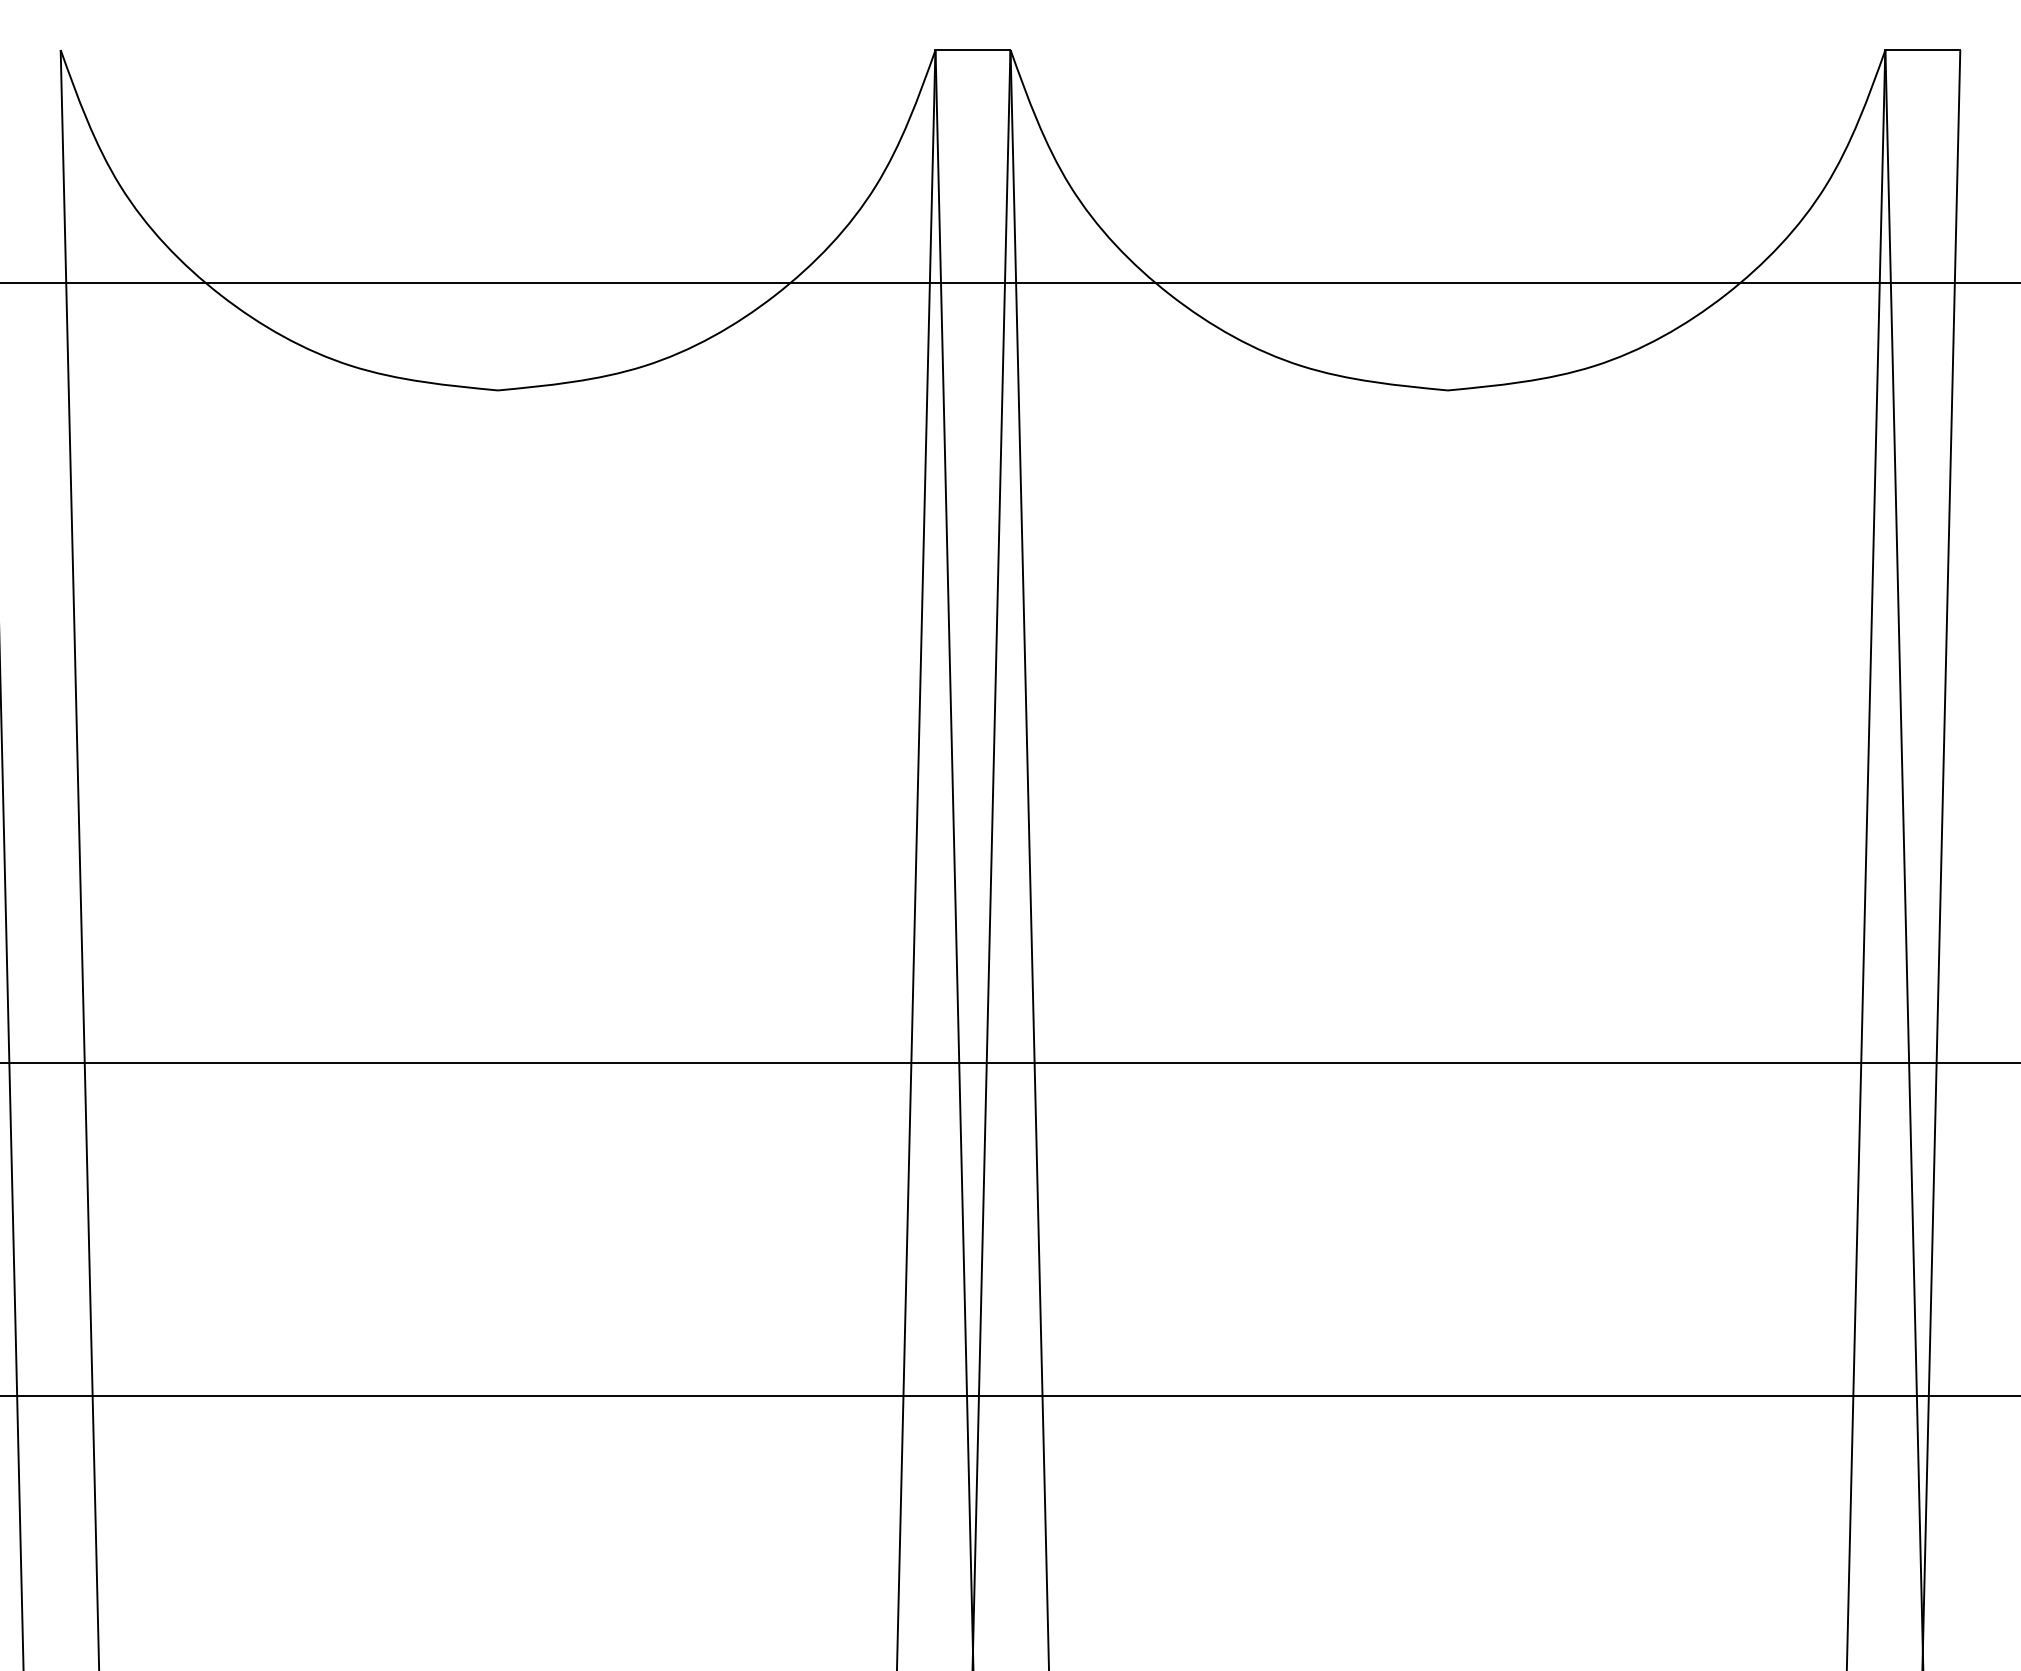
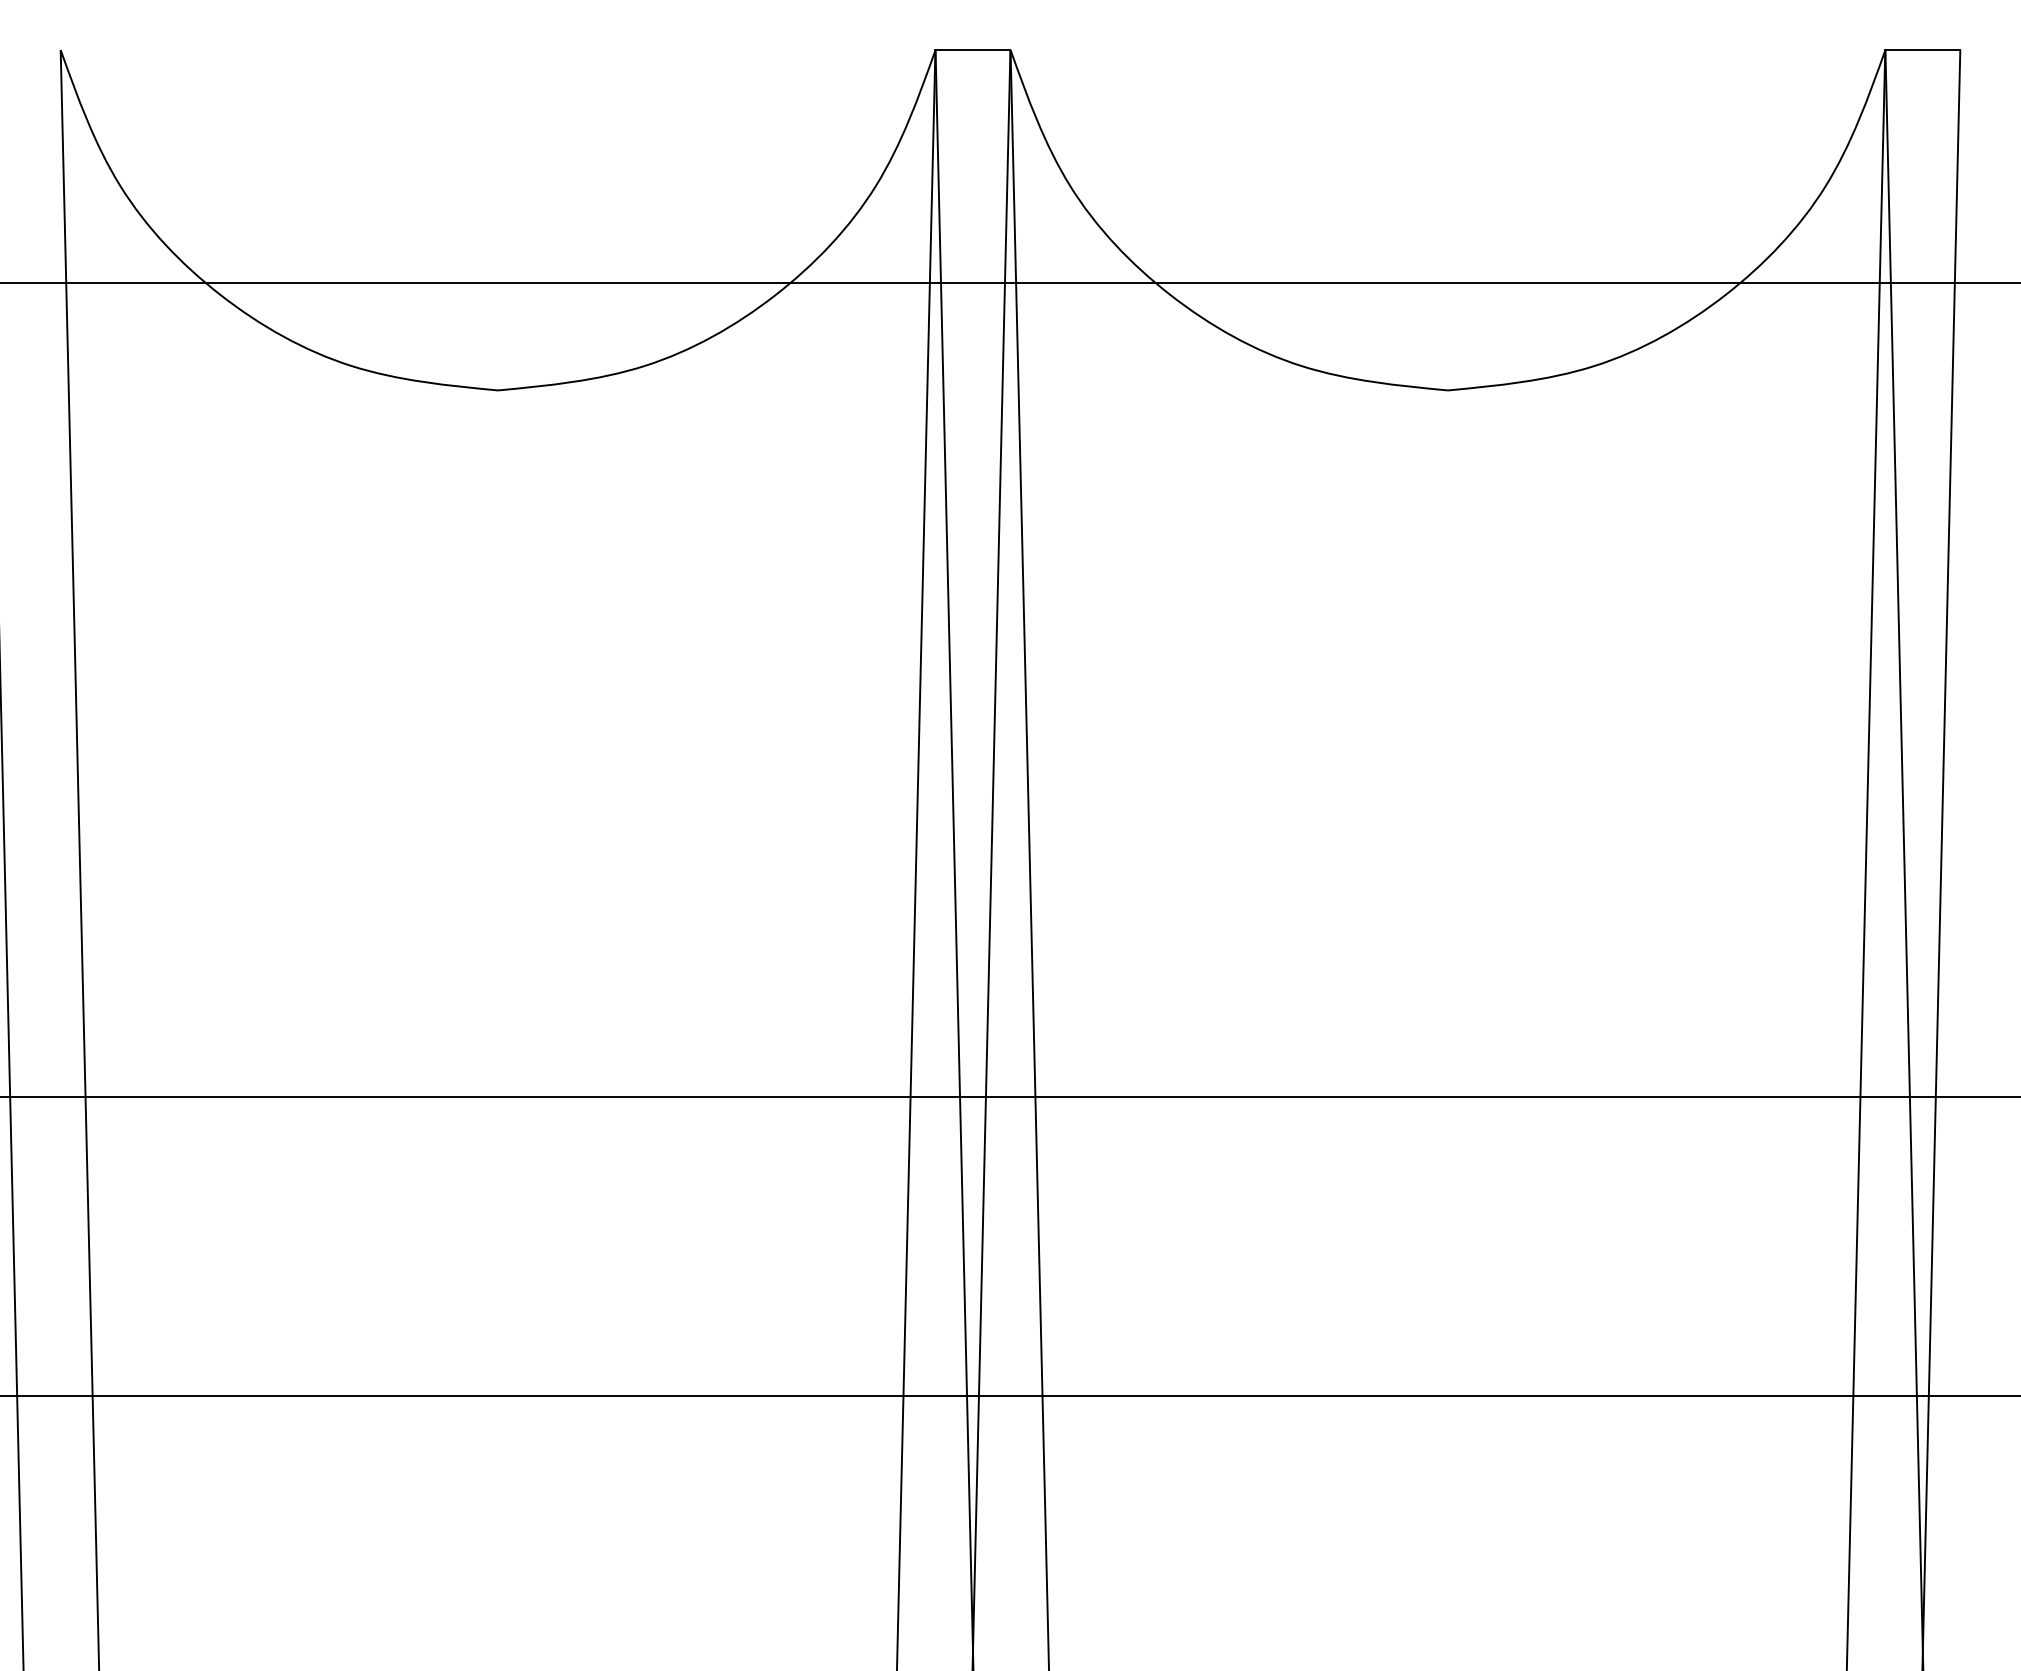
line at (1009, 1062) position: (1009, 1062) -> (1009, 1096)
